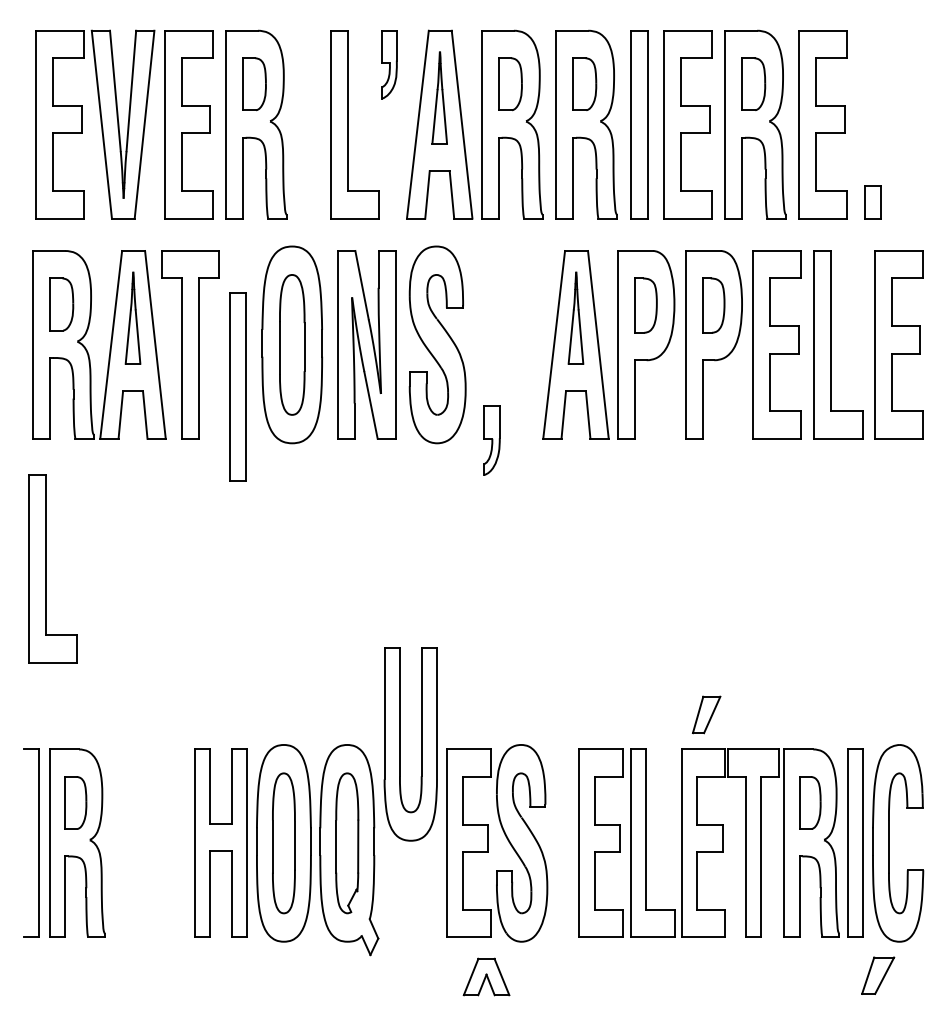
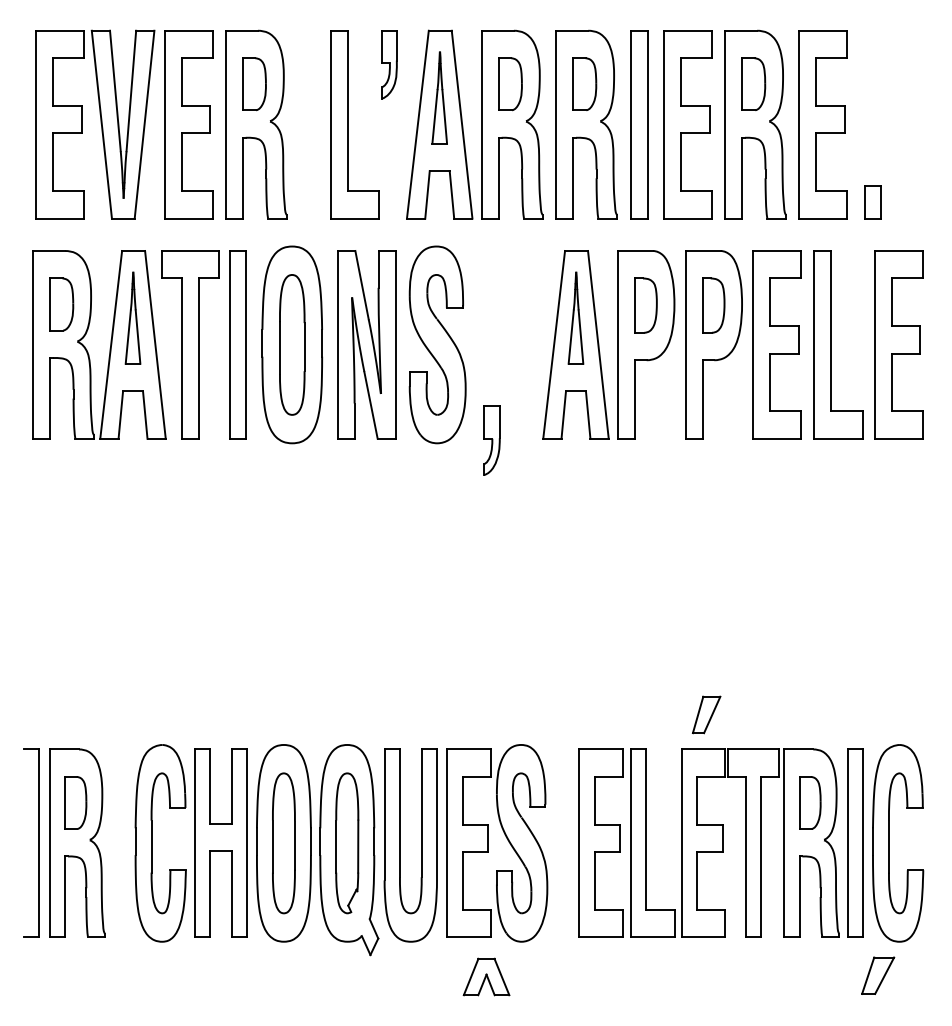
part at (237, 386) position: (237, 386) -> (237, 344)
part at (52, 568): present -> none
part at (400, 744) position: (400, 744) -> (400, 845)
part at (152, 843): none -> present
